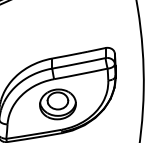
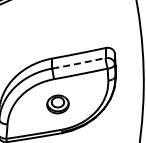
arc at (78, 63): solid -> dashed
part at (57, 104) size: 38x33 px -> 24x21 px
